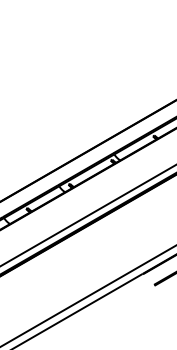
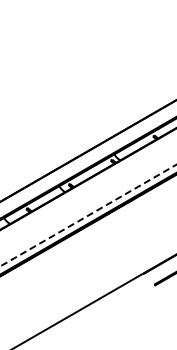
line at (88, 215): solid -> dashed
line at (87, 296): present -> none
